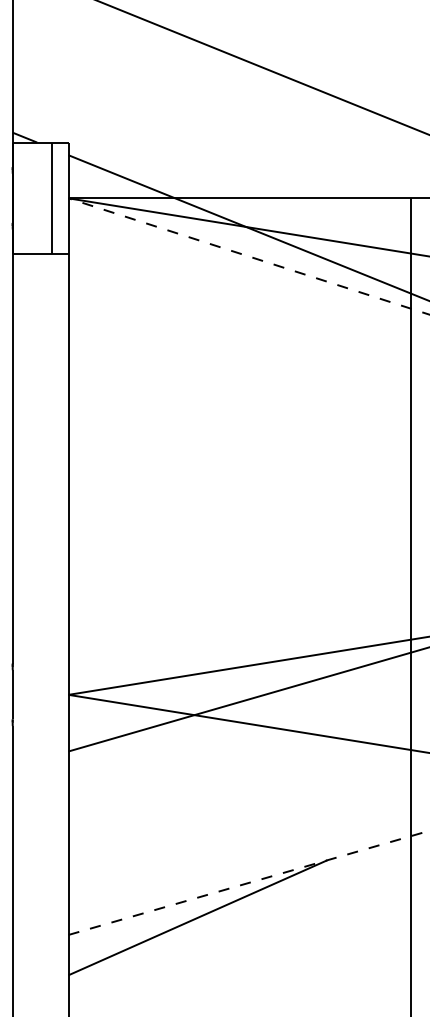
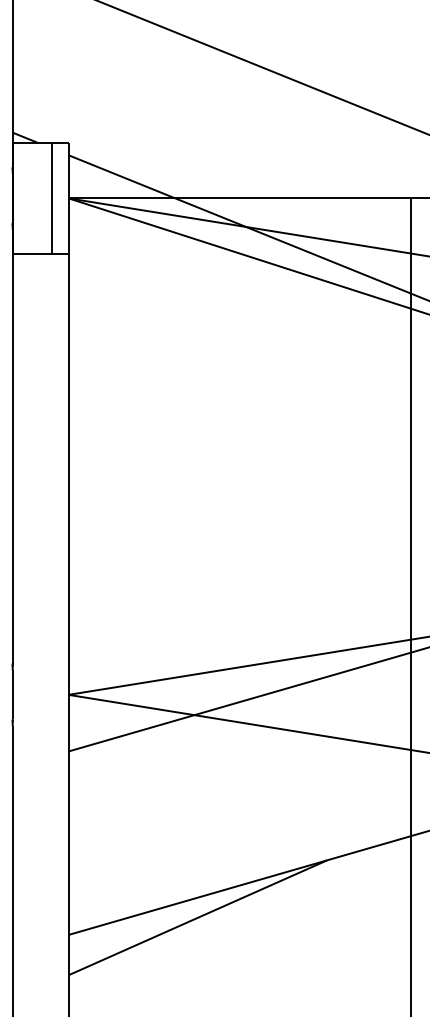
line at (248, 256): dashed -> solid
line at (249, 882): dashed -> solid
